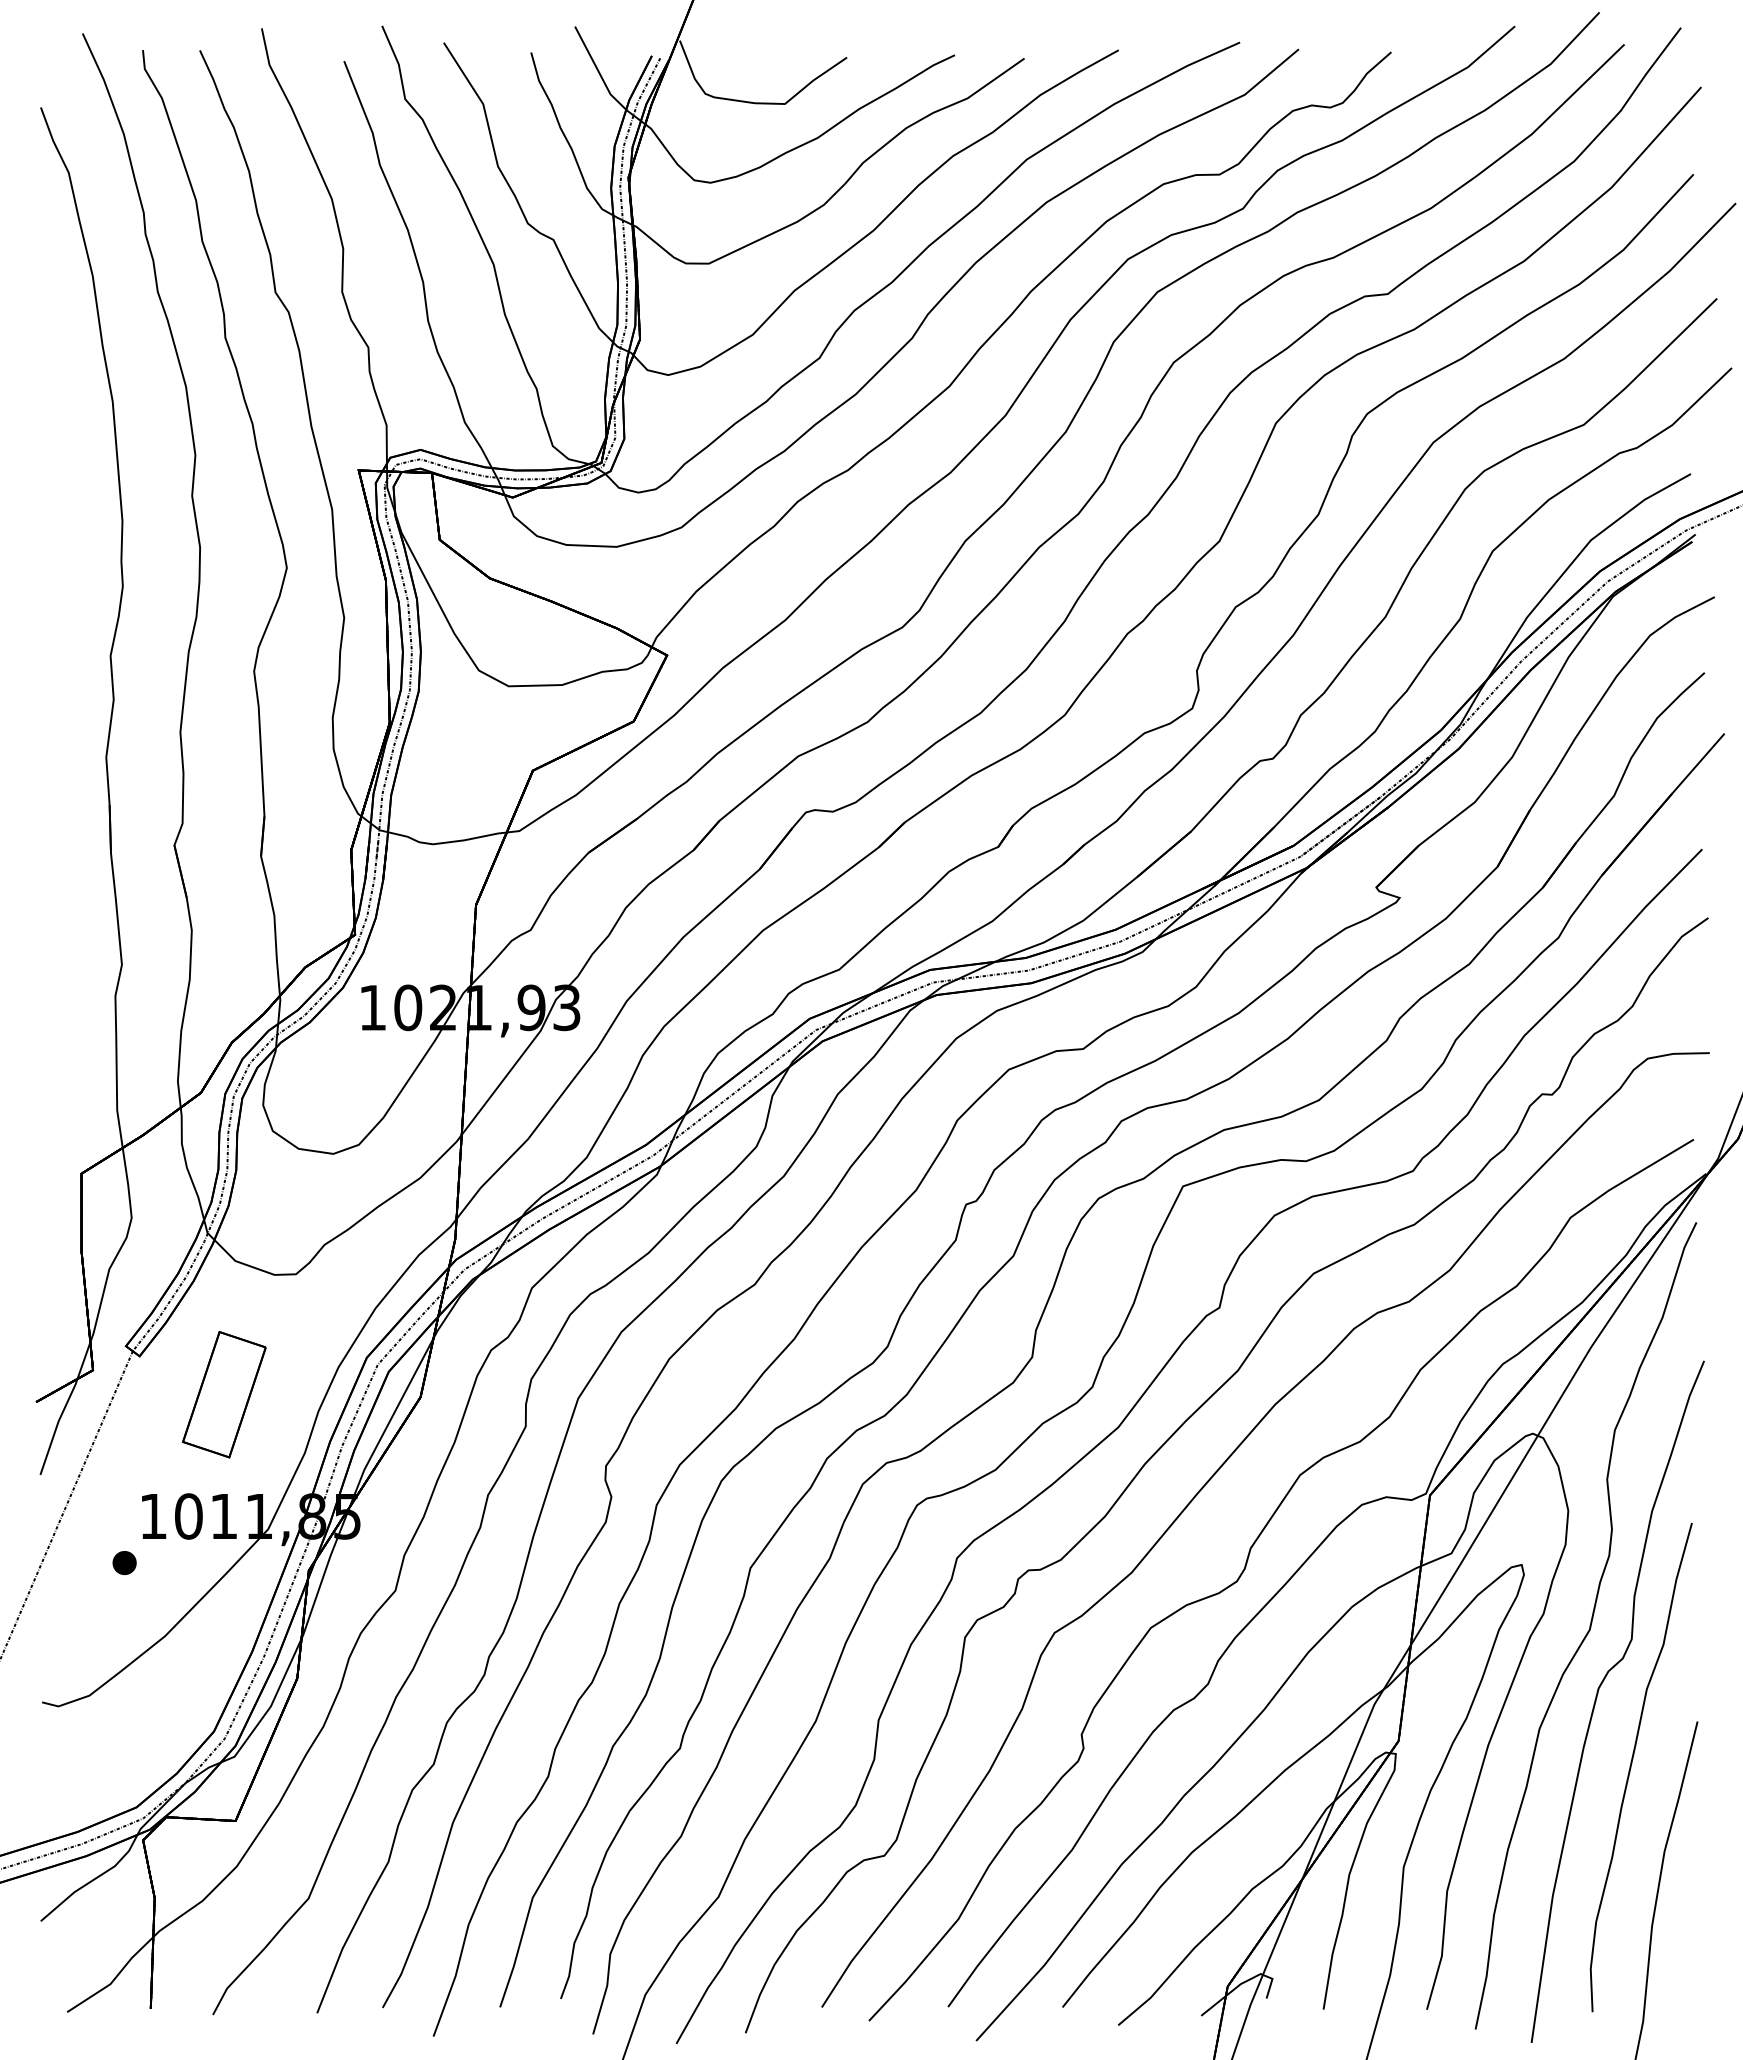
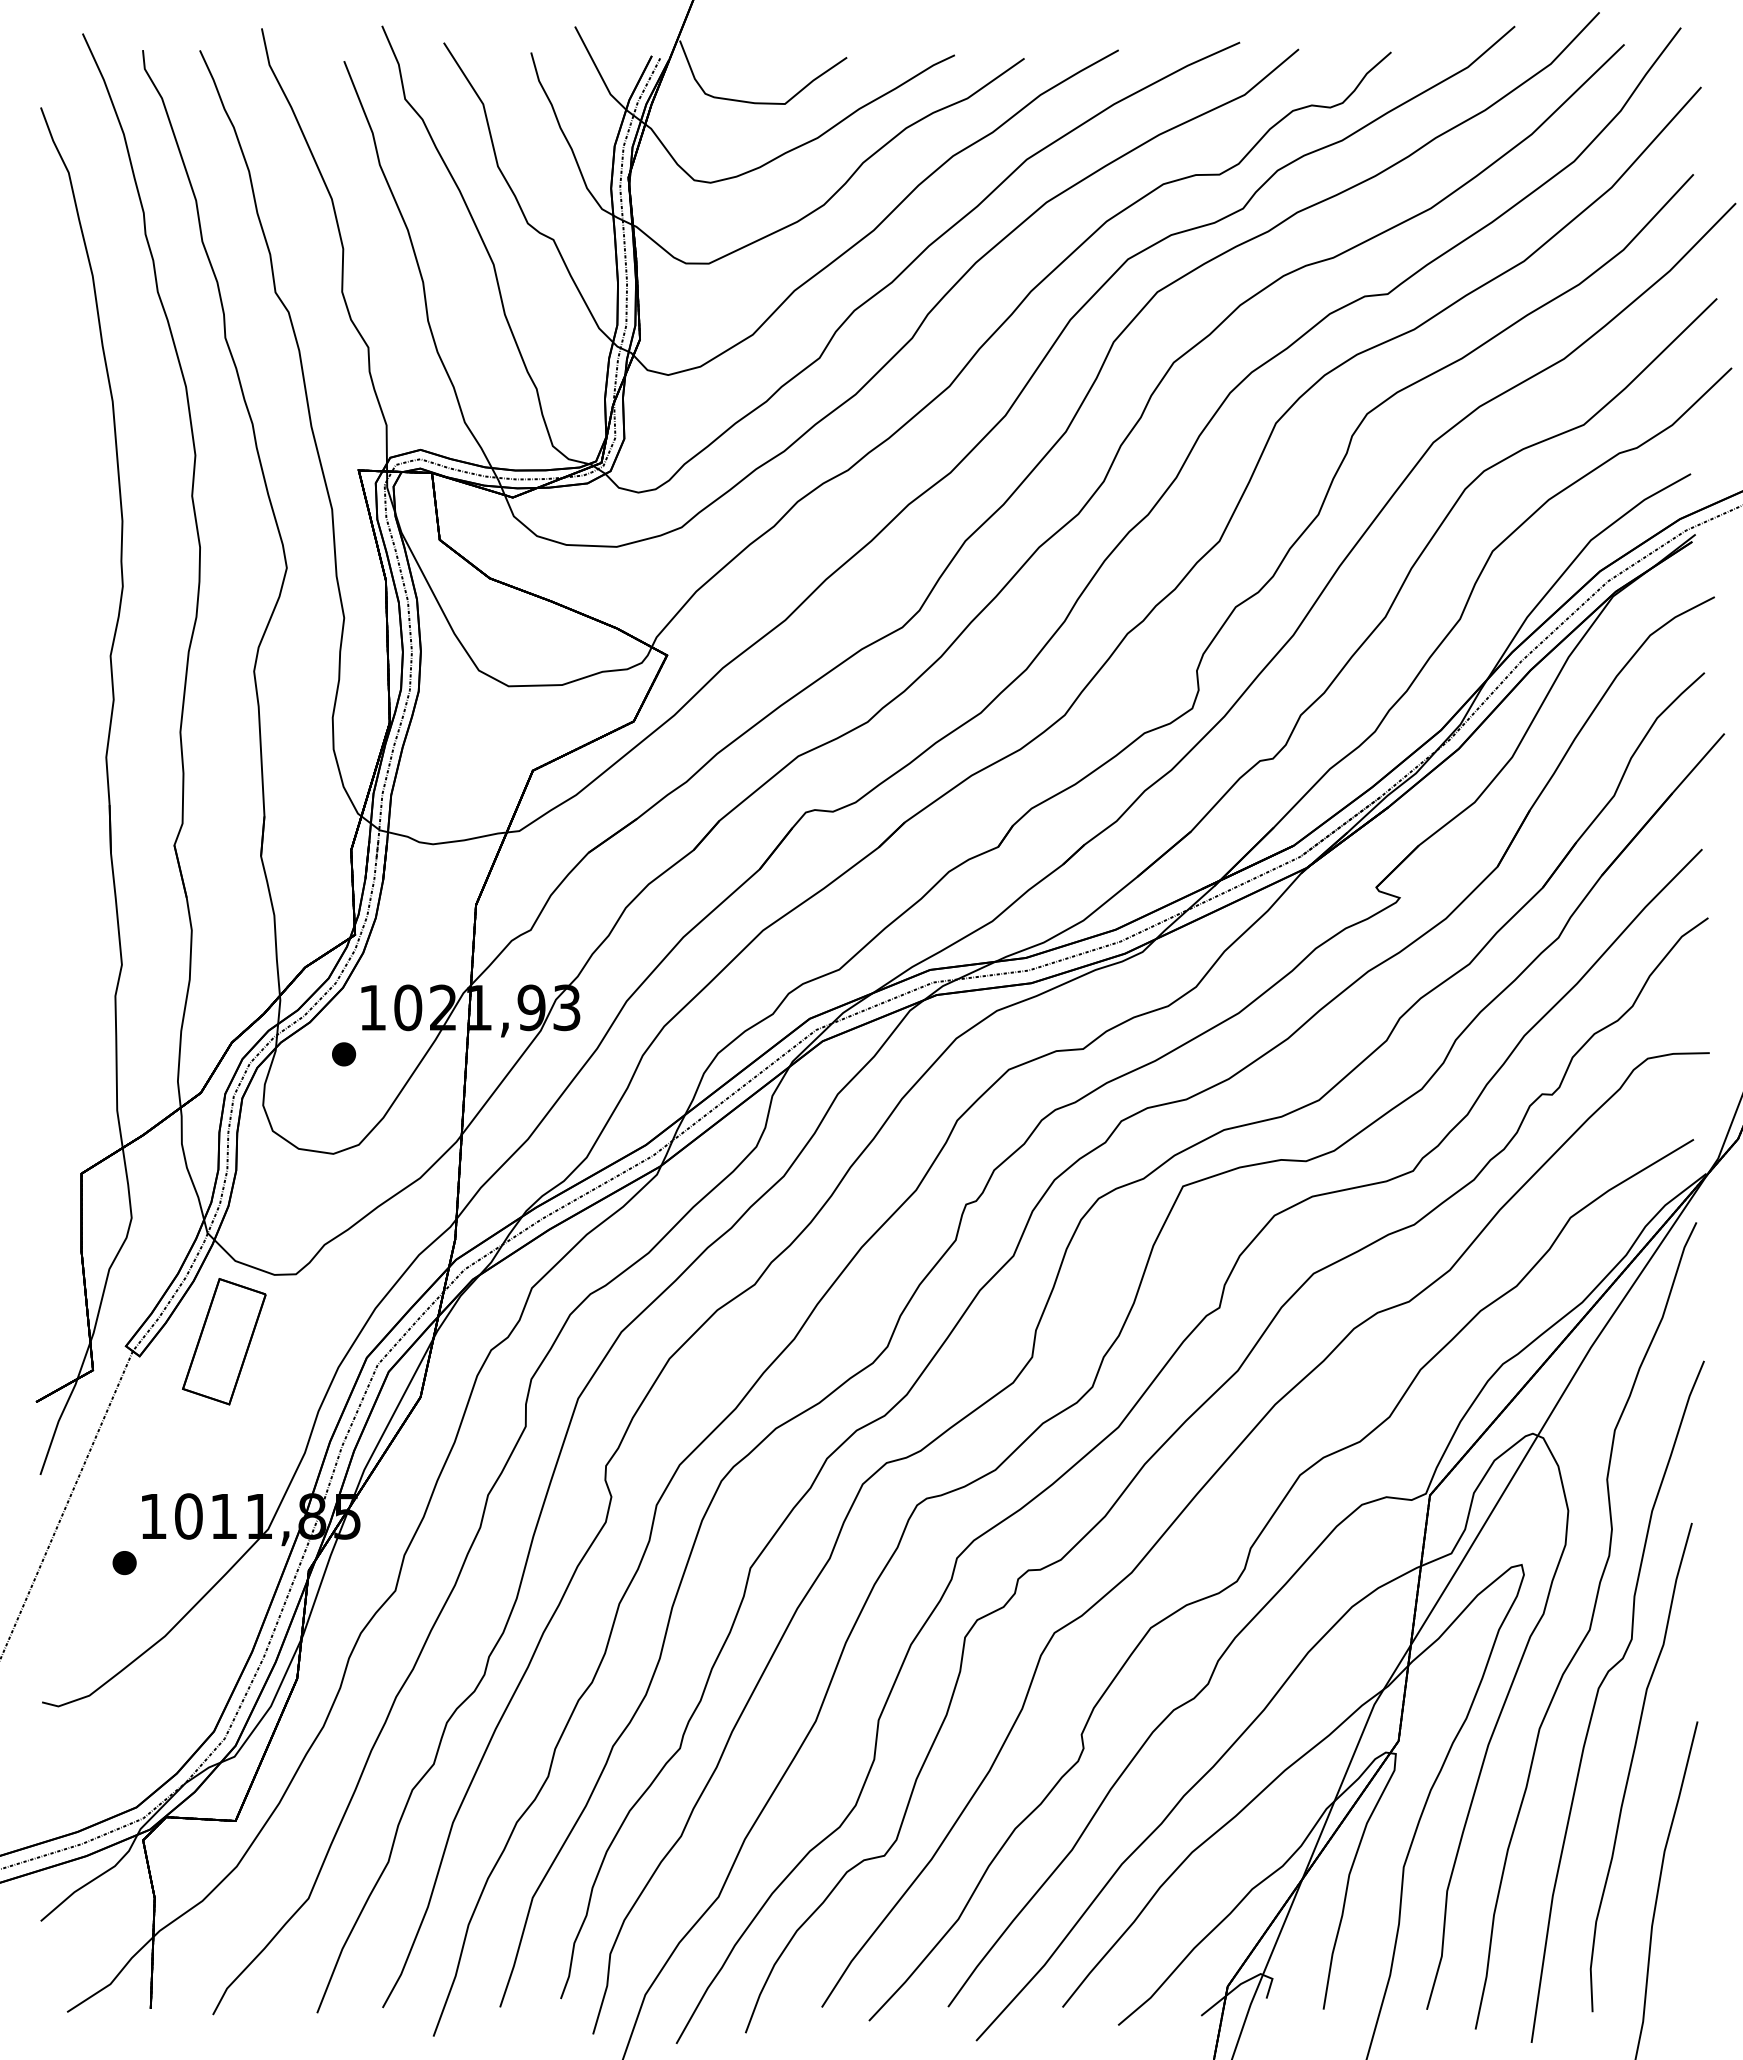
part at (344, 1054): none -> present
part at (224, 1394) position: (224, 1394) -> (224, 1341)
